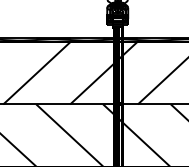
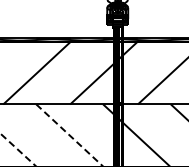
line at (69, 135): solid -> dashed
line at (18, 150): solid -> dashed
